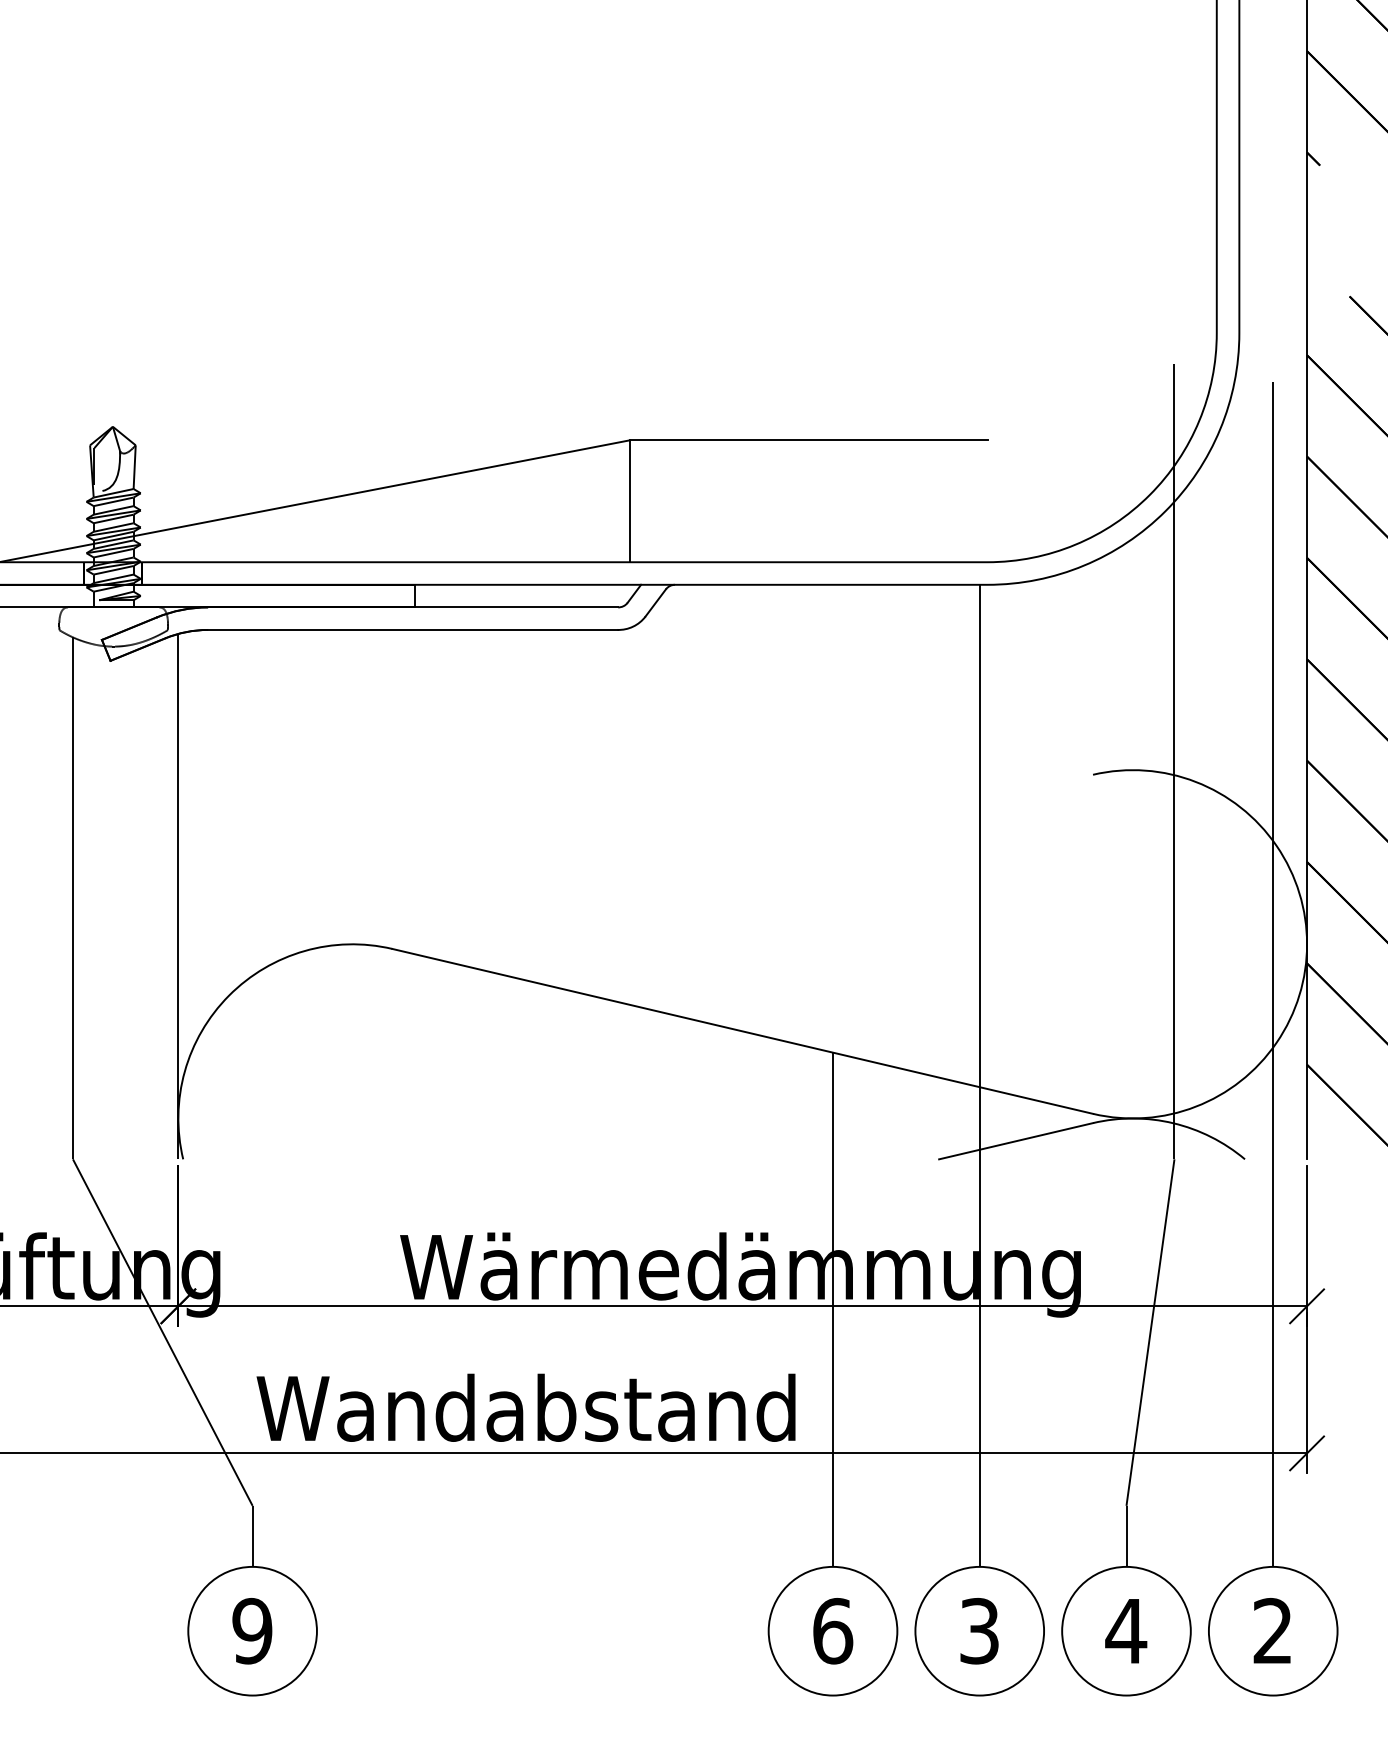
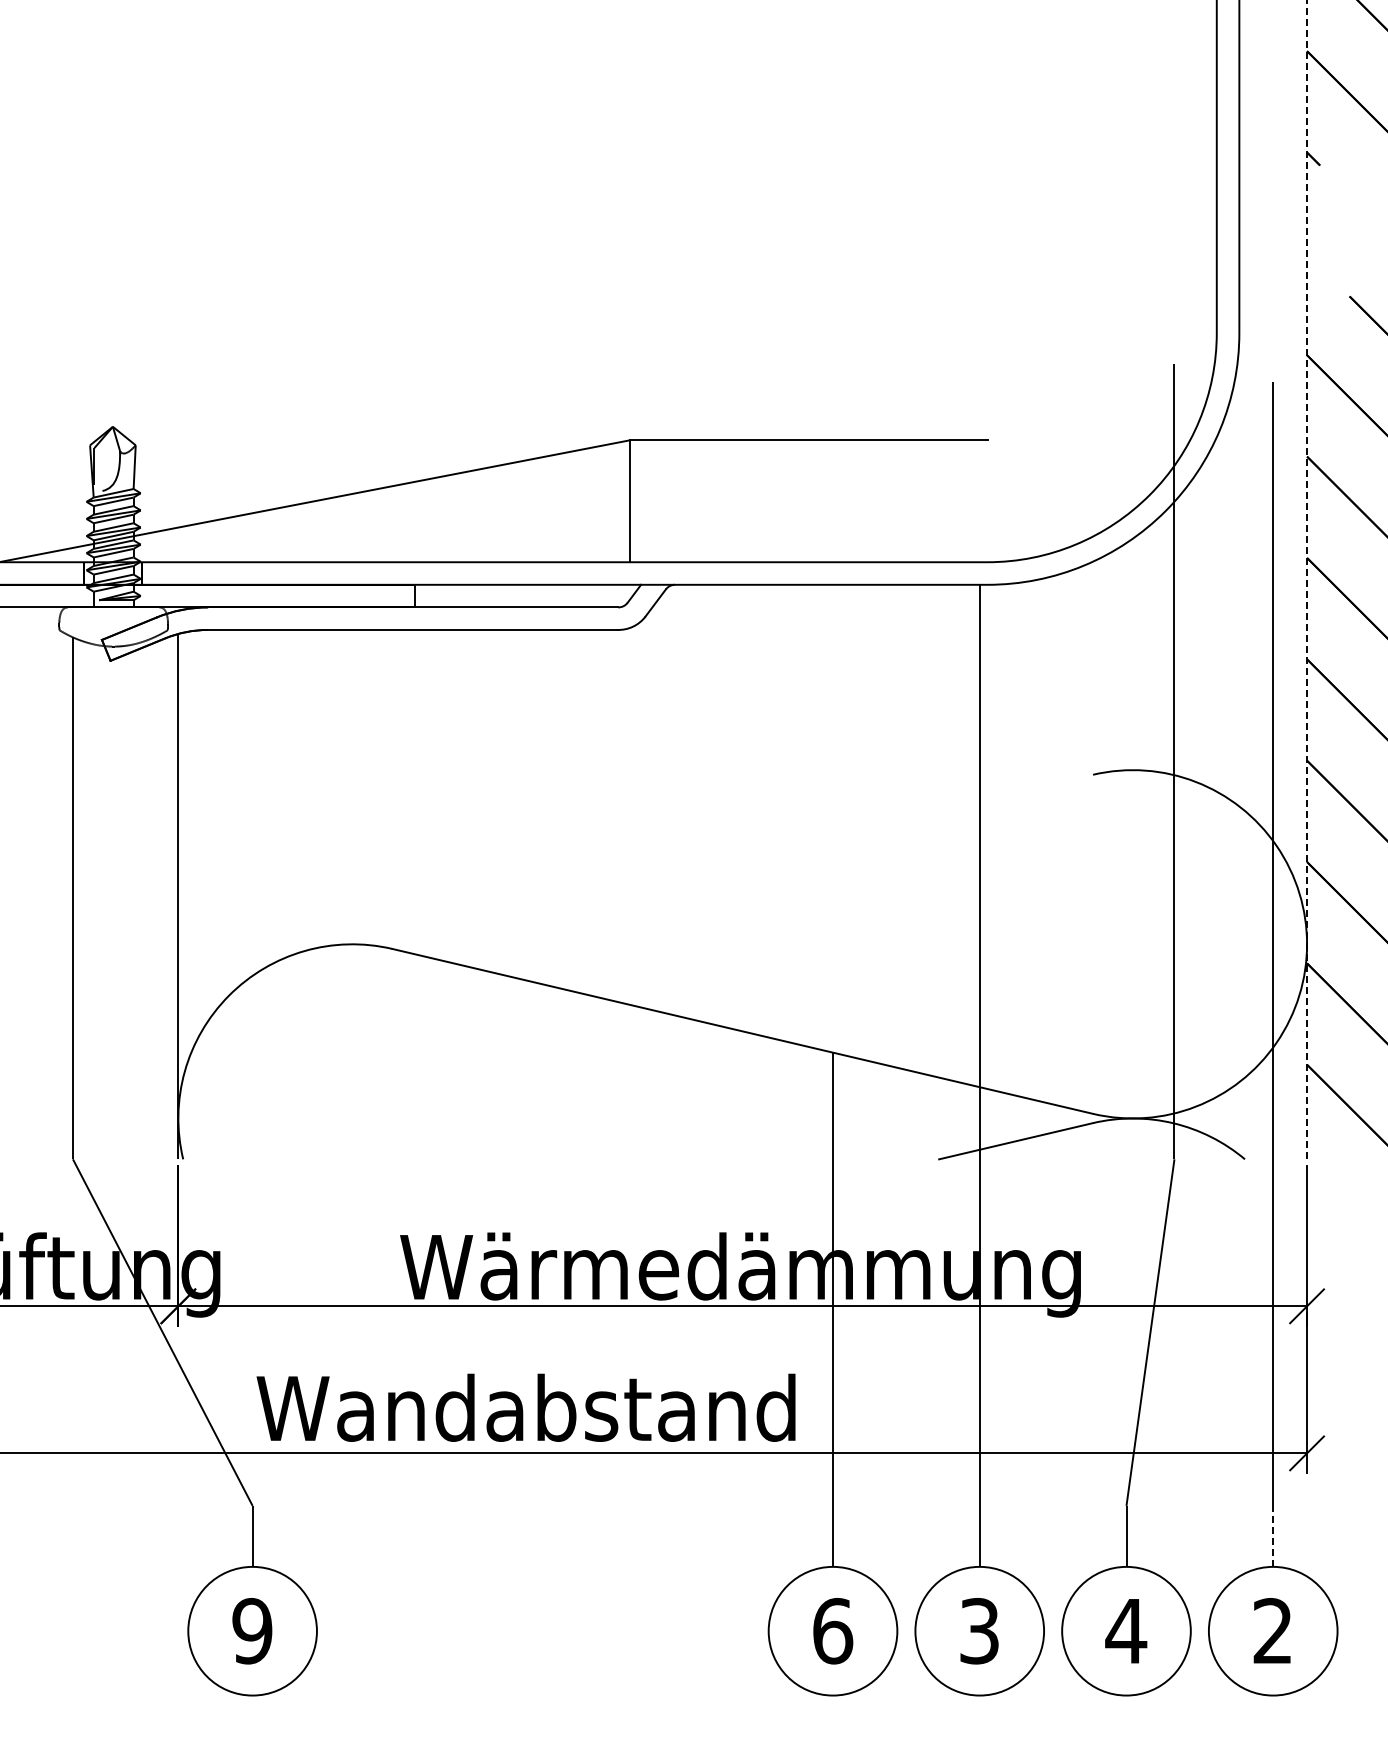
line at (1307, 579): solid -> dashed
line at (1273, 1536): solid -> dashed
